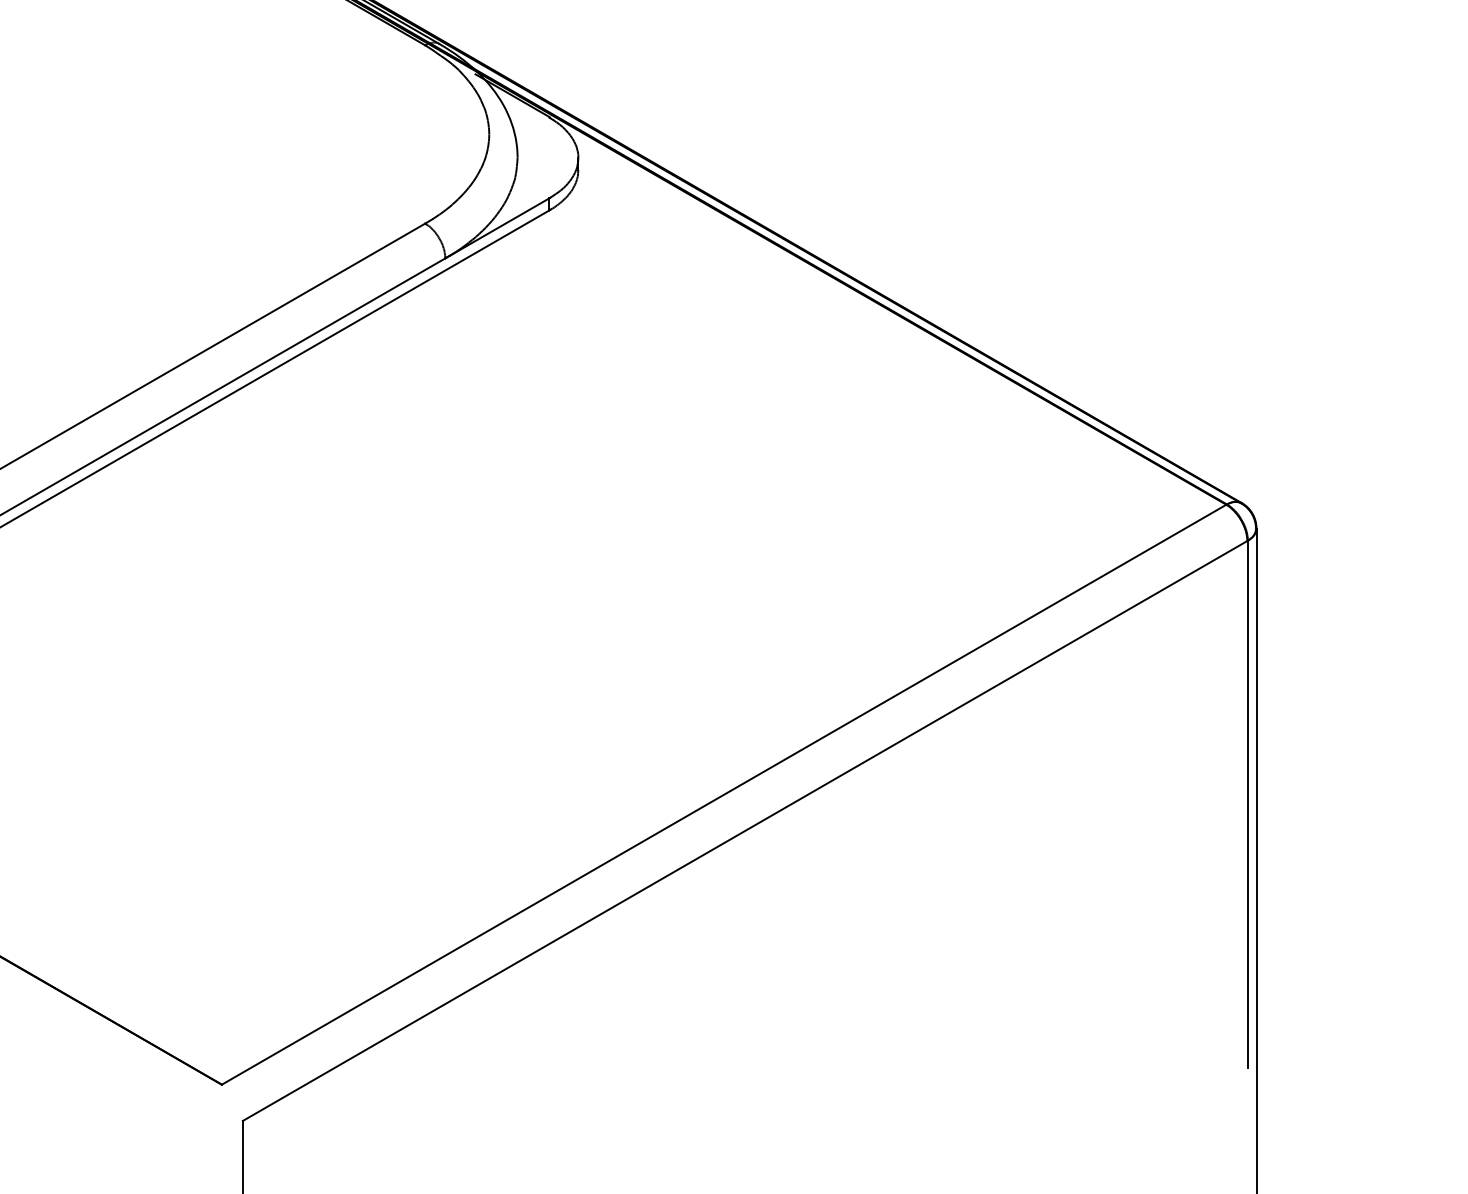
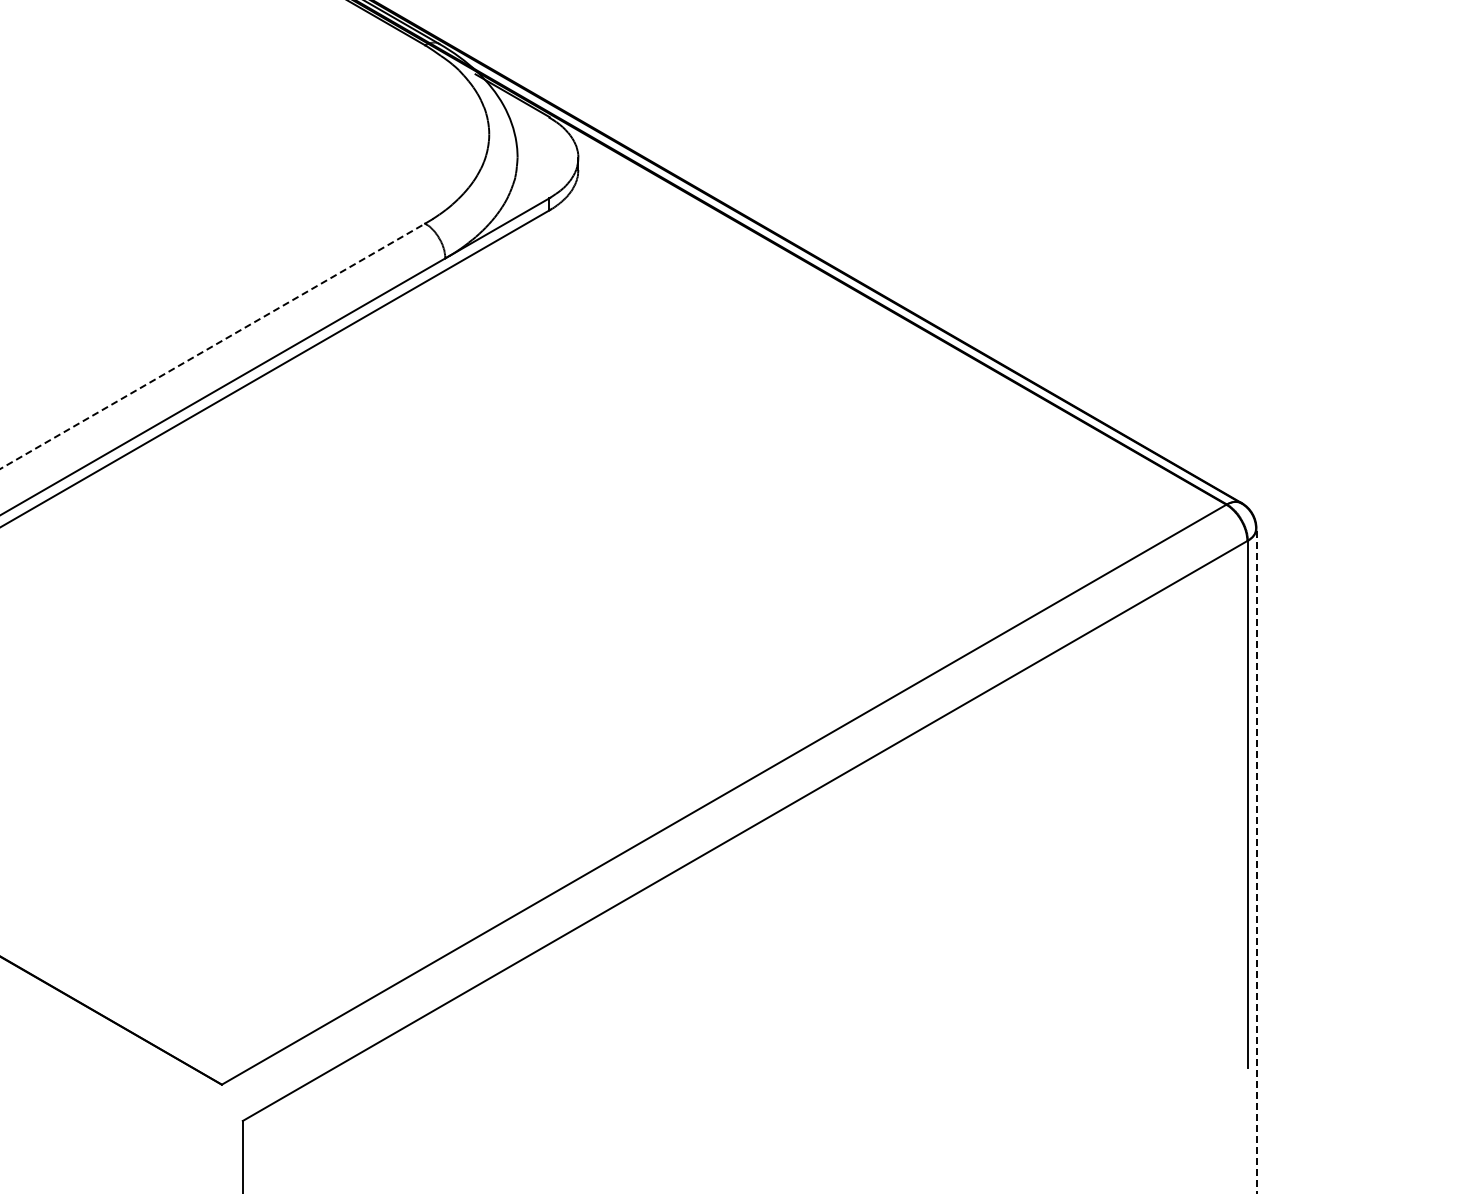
line at (213, 346): solid -> dashed
line at (1256, 860): solid -> dashed
